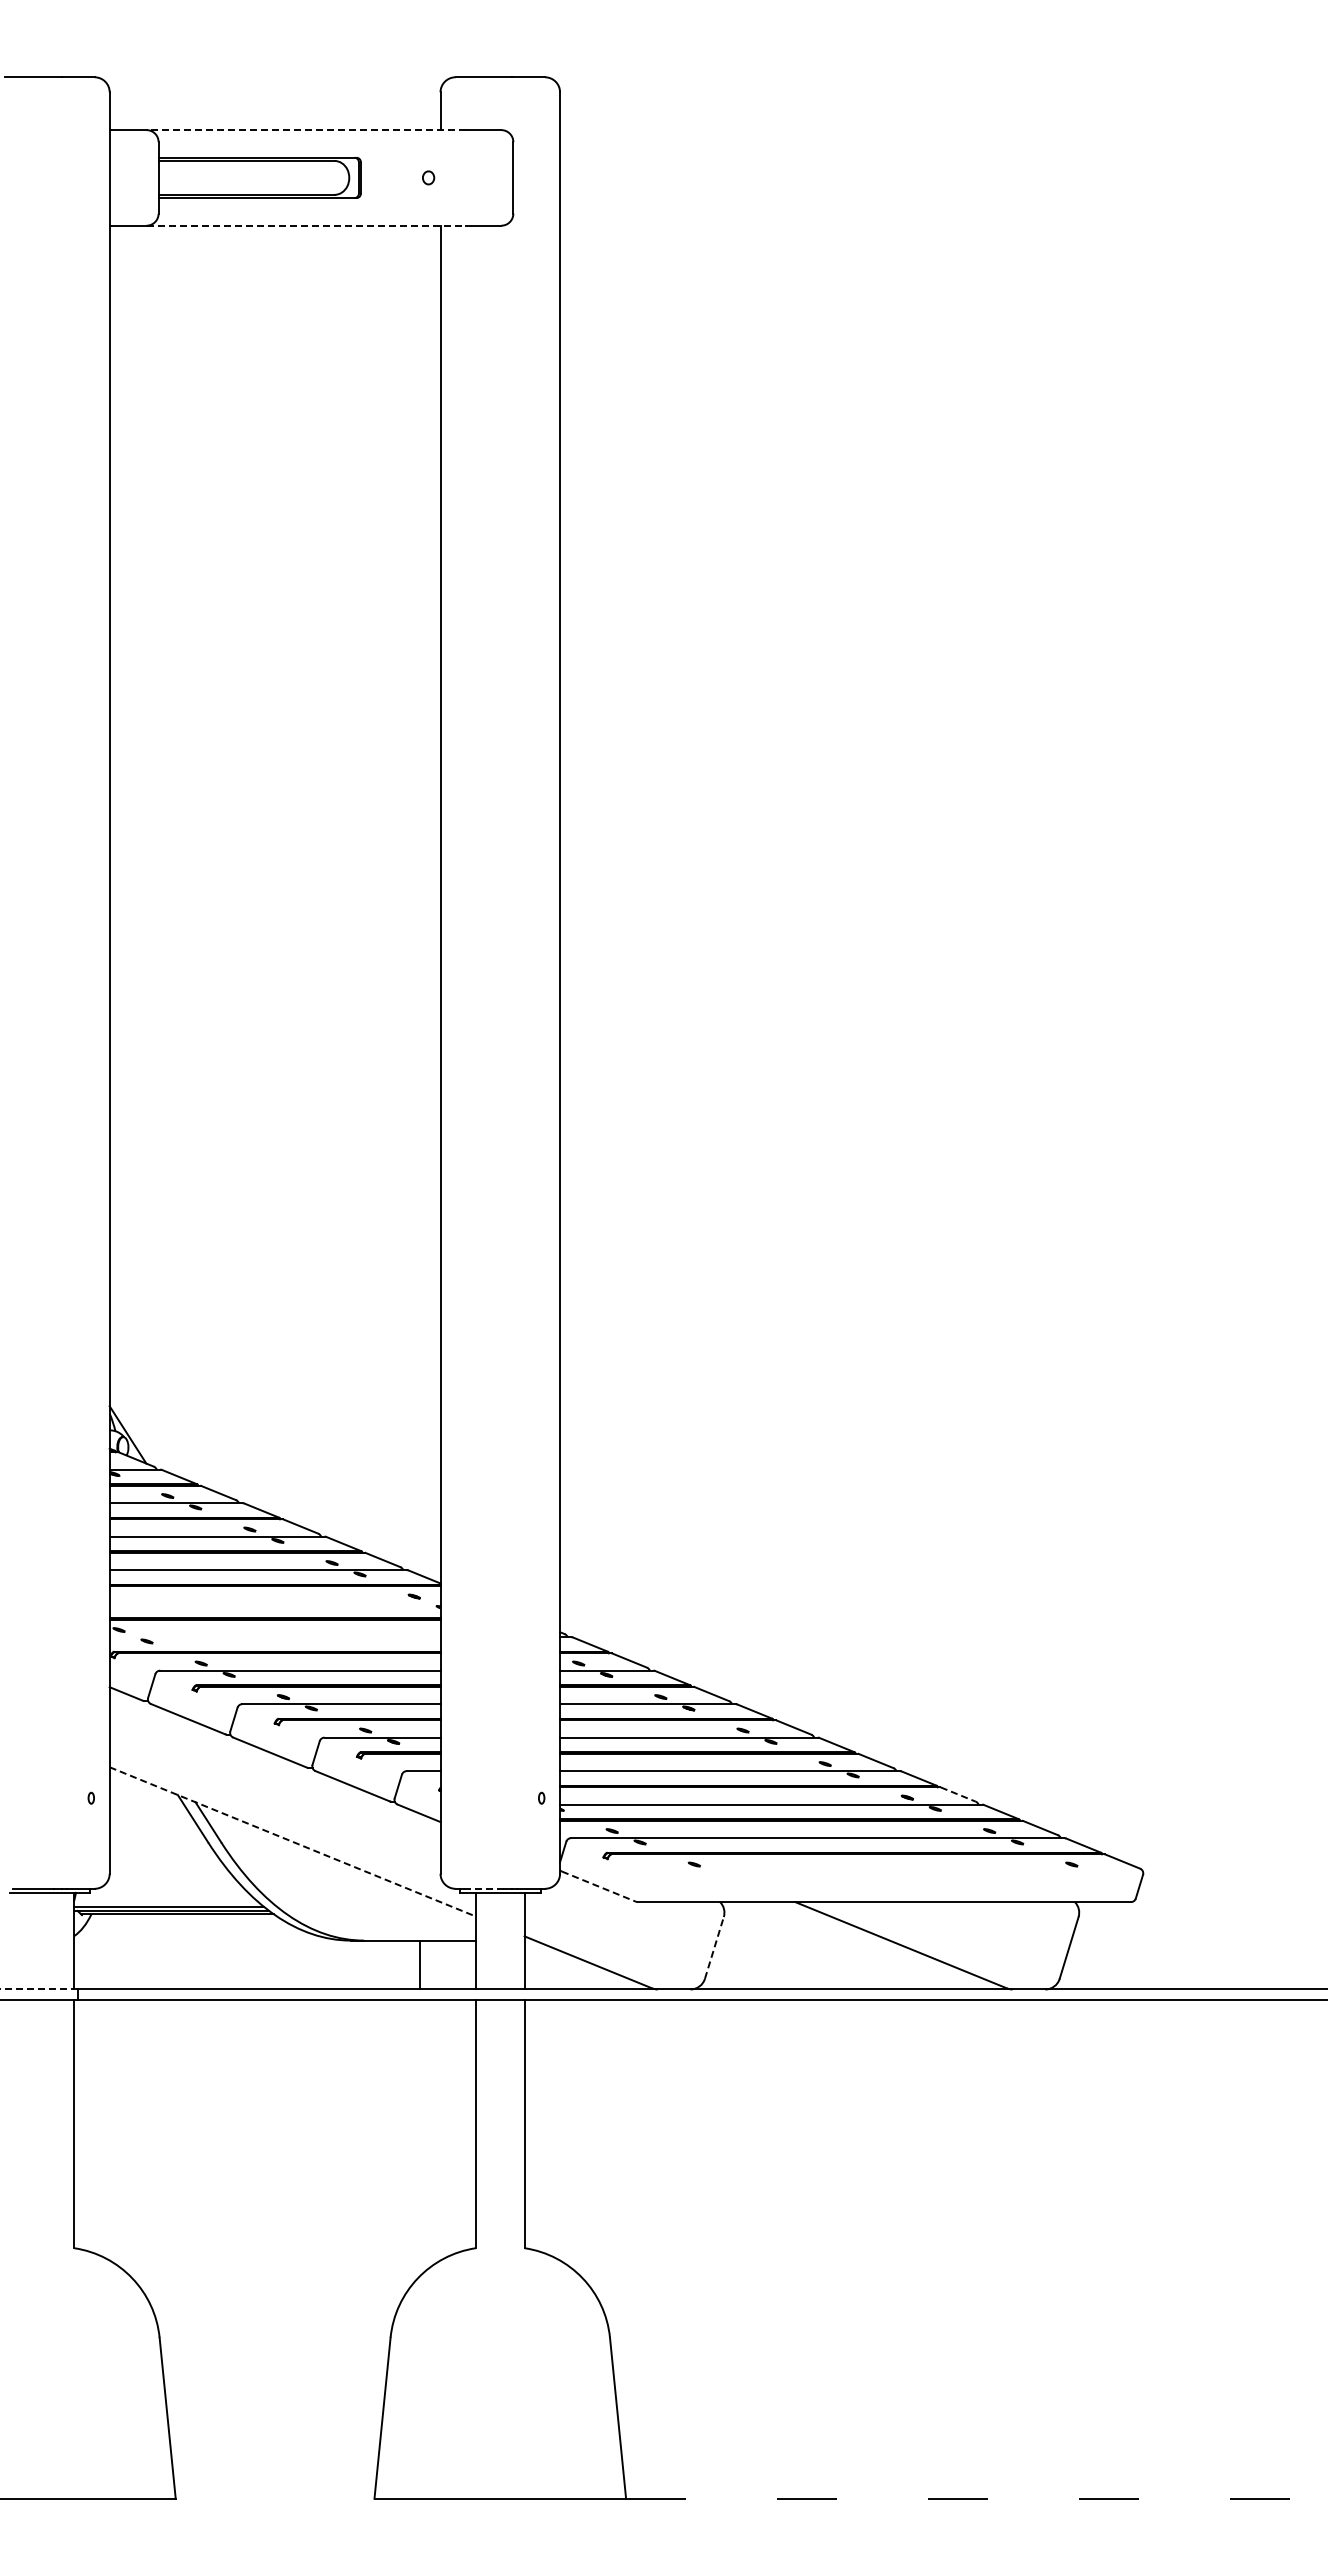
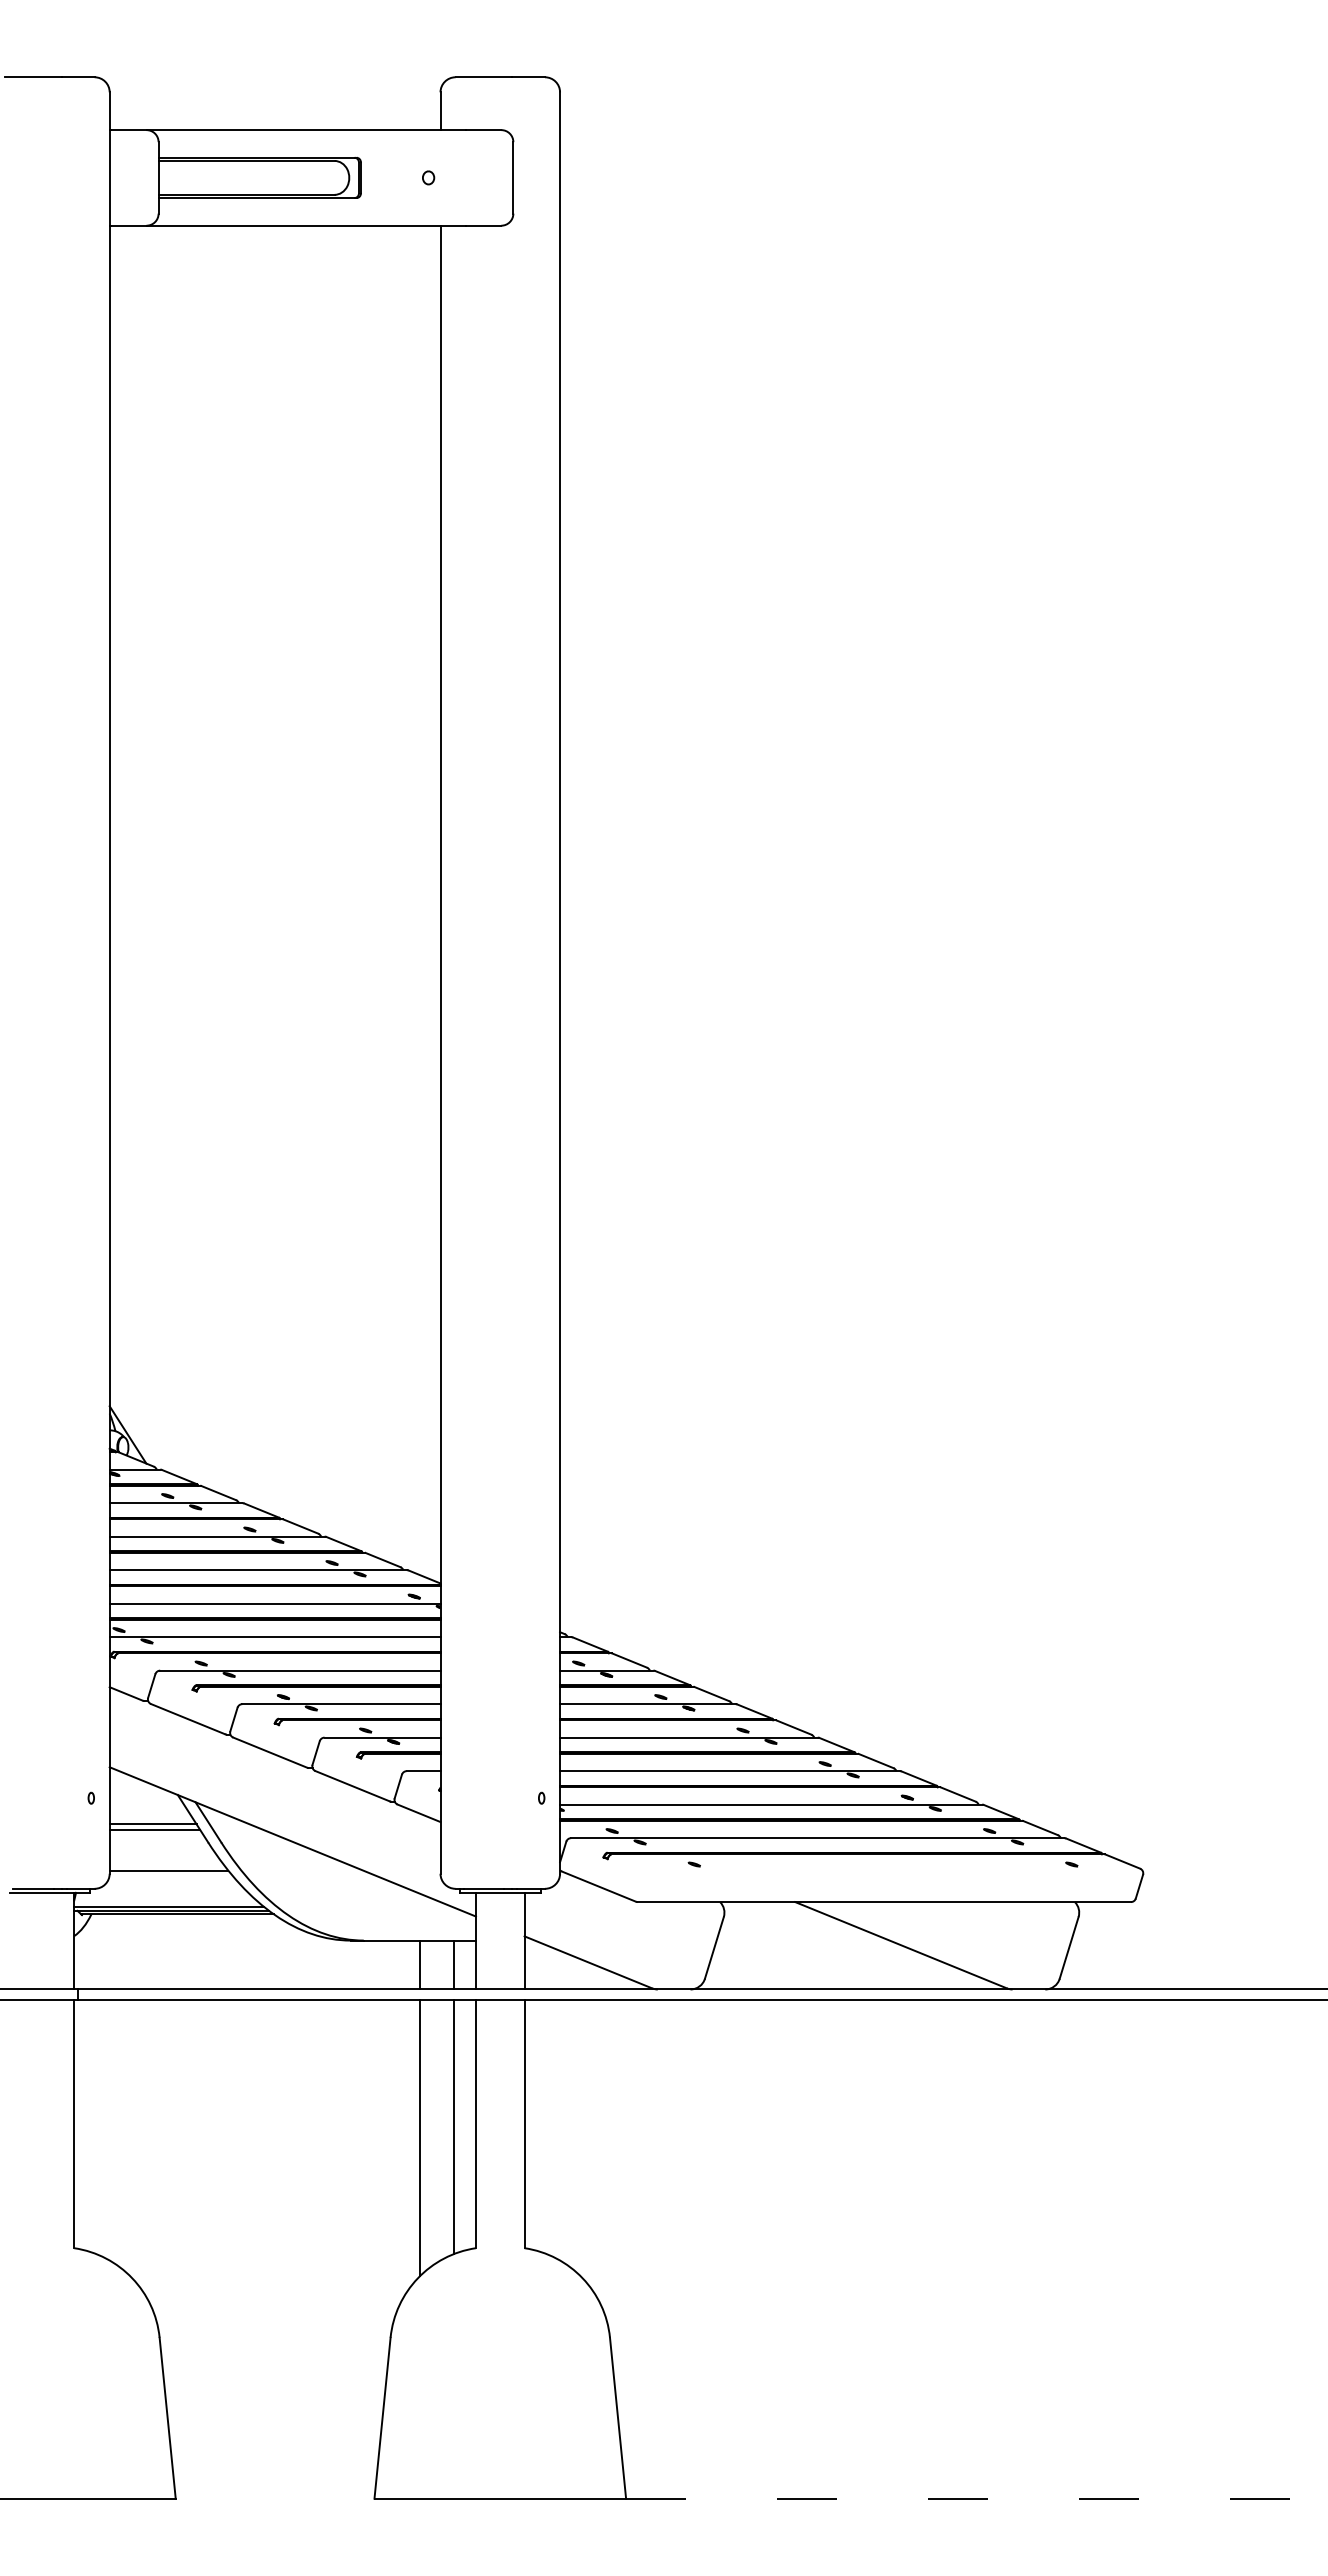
line at (306, 130): dashed -> solid
line at (306, 225): dashed -> solid
line at (274, 1603): none -> present
line at (274, 1637): none -> present
line at (958, 1794): dashed -> solid
line at (152, 1824): none -> present
line at (154, 1829): none -> present
line at (292, 1841): dashed -> solid
line at (168, 1870): none -> present
line at (598, 1886): dashed -> solid
line at (483, 1888): dashed -> solid
line at (714, 1947): dashed -> solid
line at (454, 1964): none -> present
line at (38, 1989): dashed -> solid
line at (454, 2126): none -> present
line at (419, 2137): none -> present
